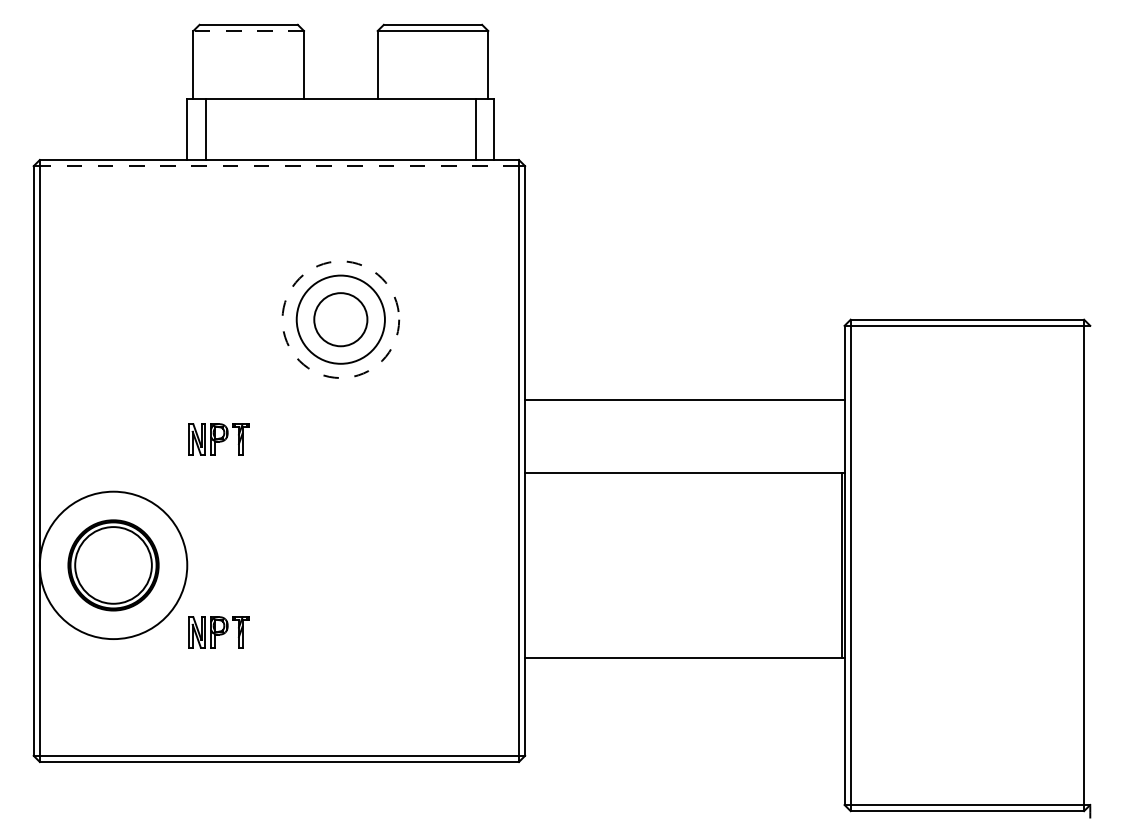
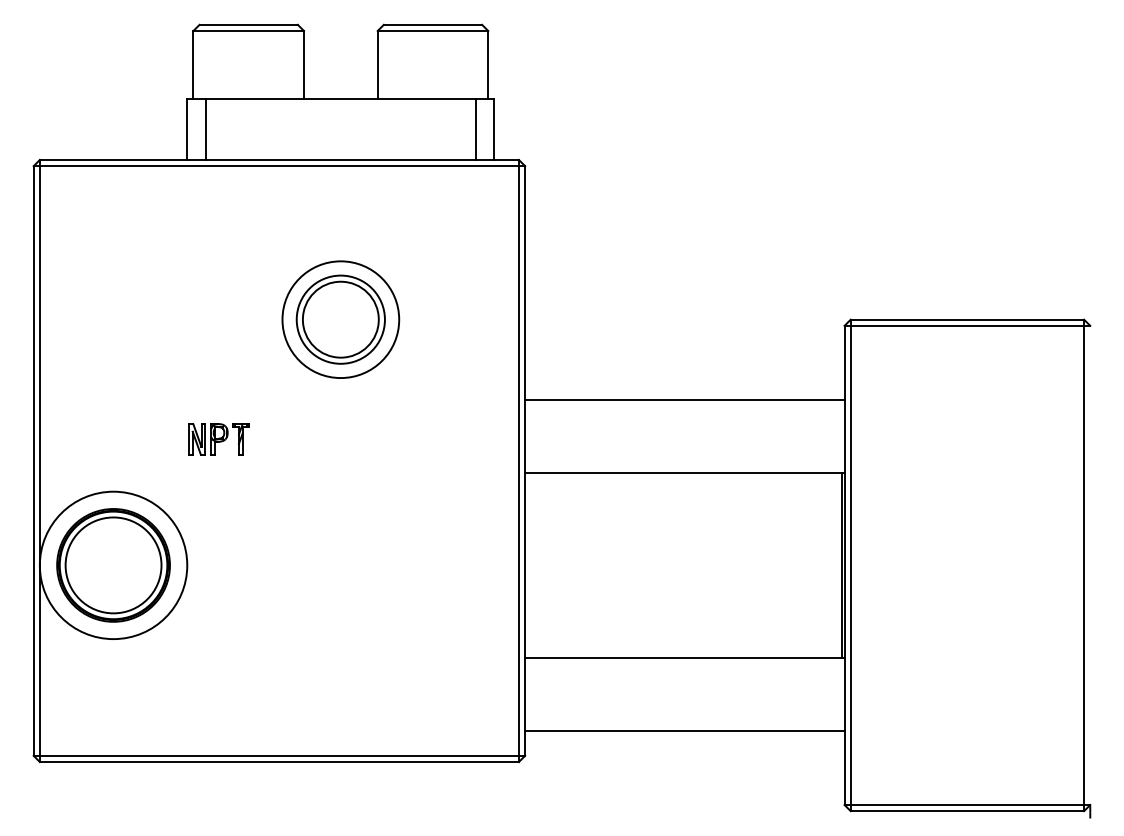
line at (248, 30): dashed -> solid
line at (279, 166): dashed -> solid
circle at (340, 319) diameter: 53 px -> 76 px
circle at (340, 319): dashed -> solid
part at (113, 565) size: 93x93 px -> 115x115 px
part at (218, 632): present -> none
line at (684, 731): none -> present
